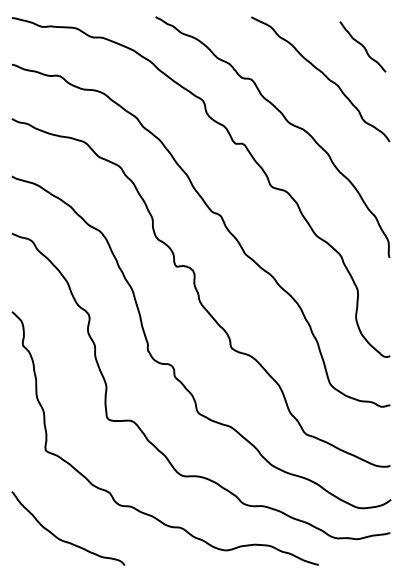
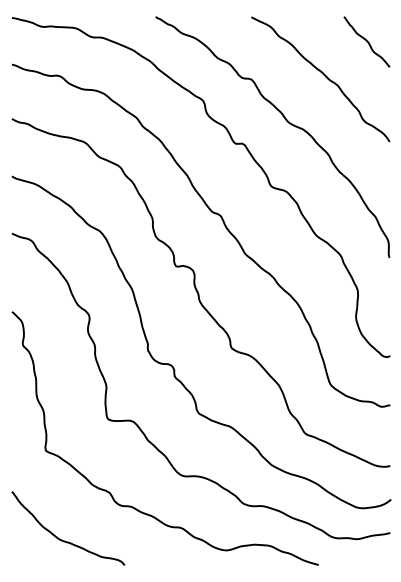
curve at (362, 46) position: (362, 46) -> (366, 41)
